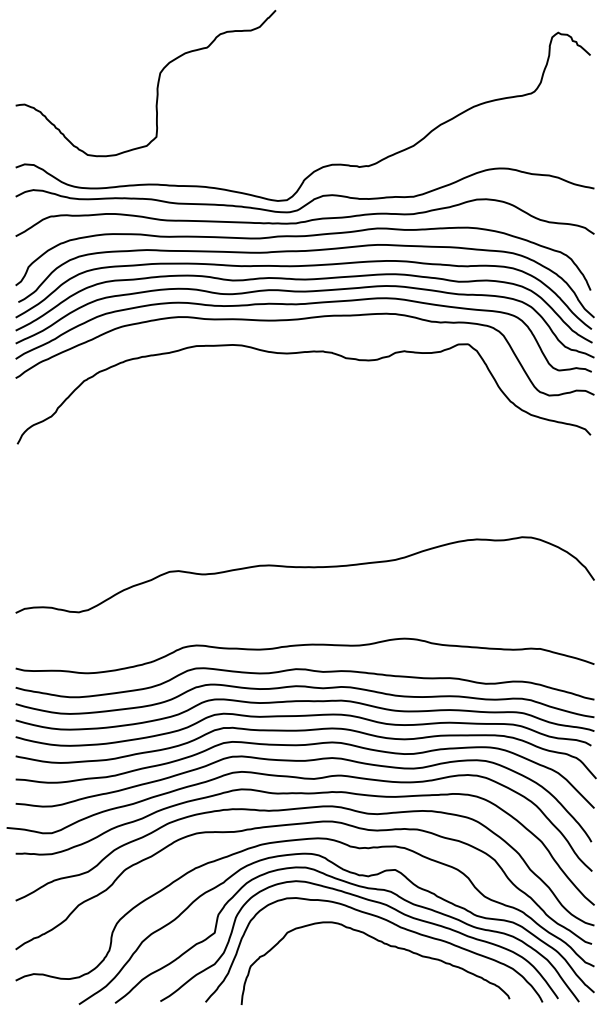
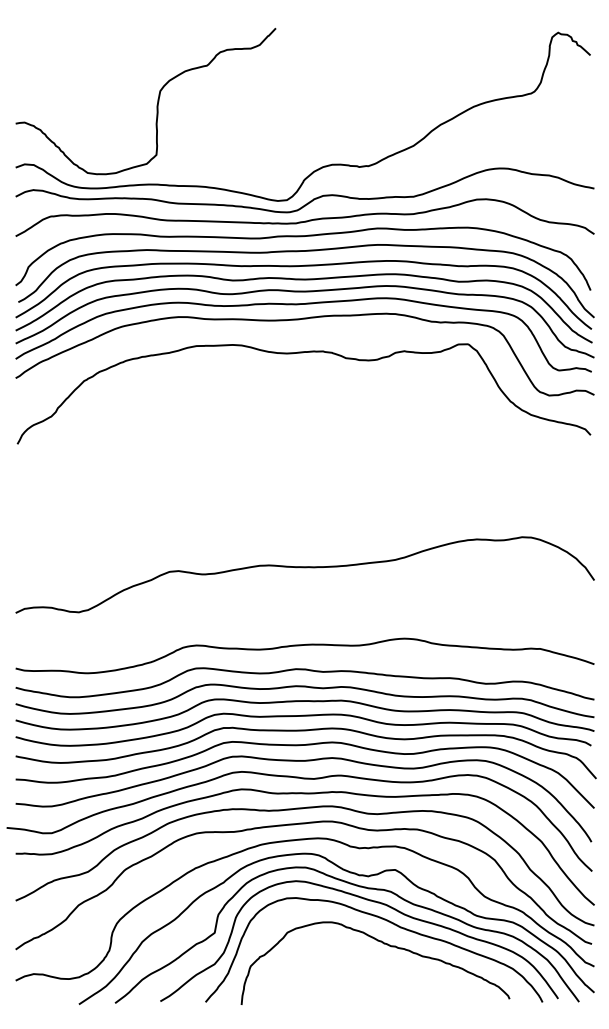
curve at (156, 86) position: (156, 86) -> (156, 104)
